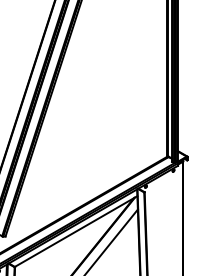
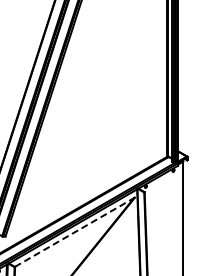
line at (76, 231): solid -> dashed
line at (111, 240): present -> none
